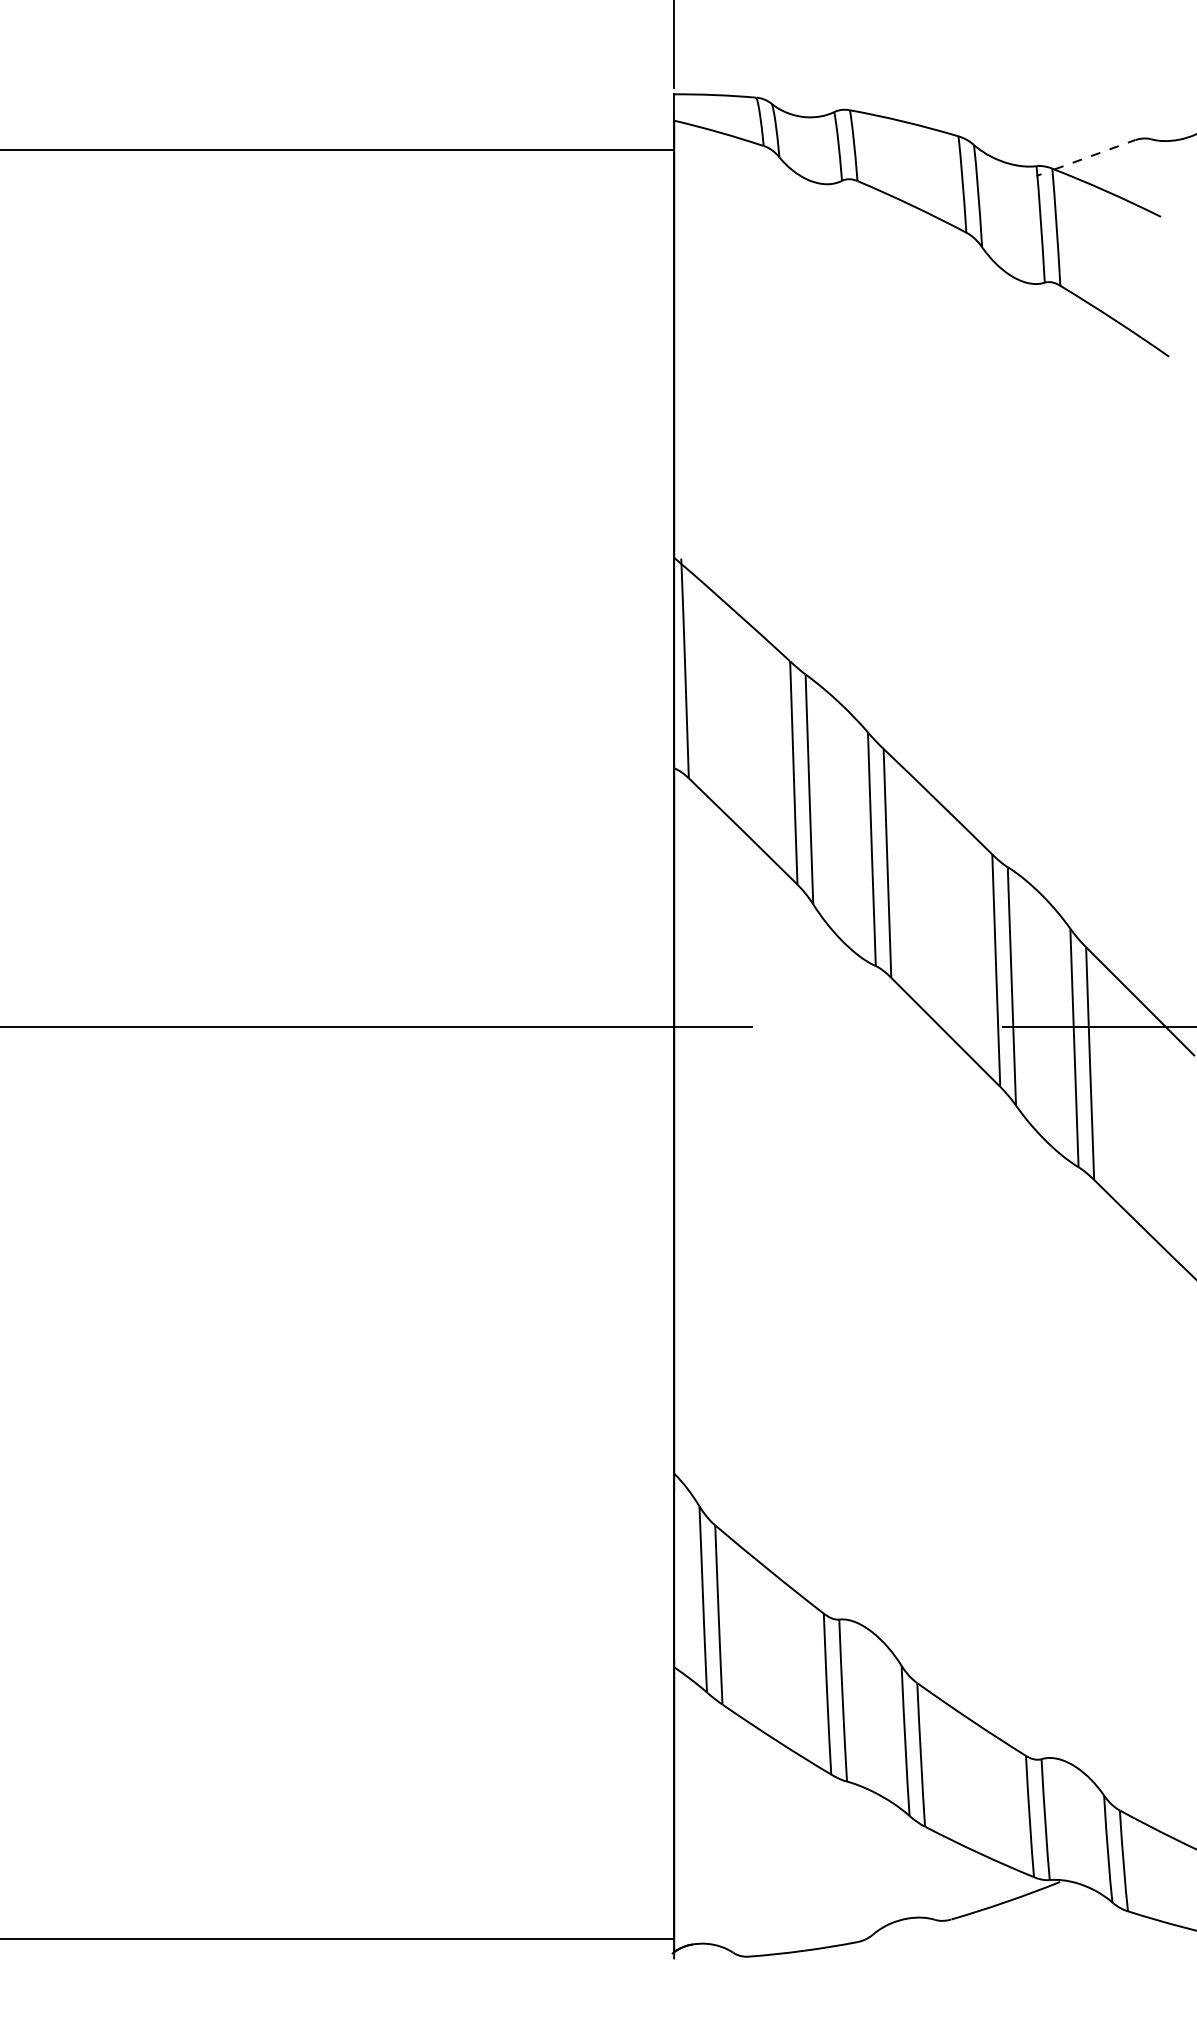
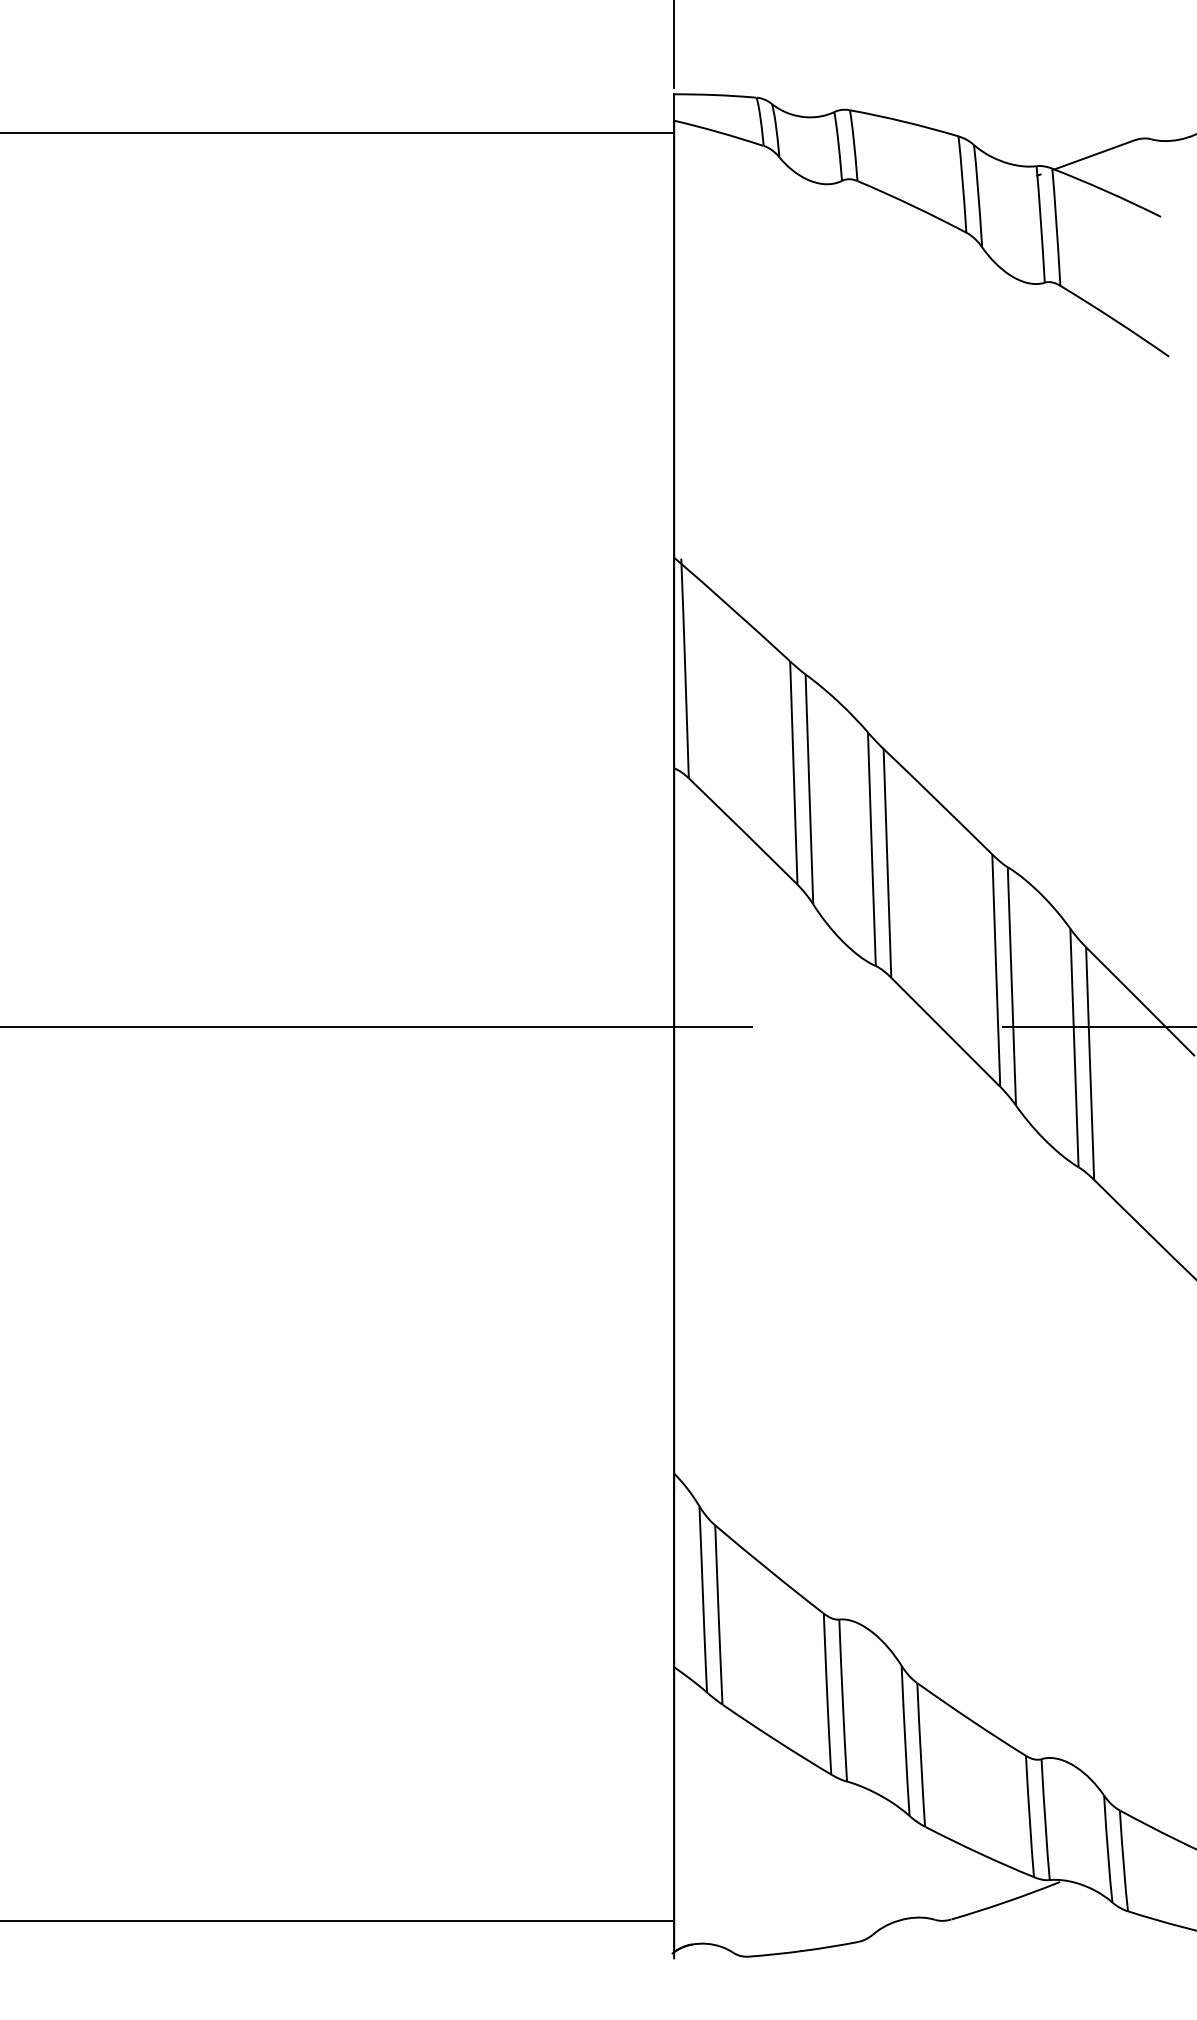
line at (338, 149) position: (338, 149) -> (338, 132)
line at (1095, 154): dashed -> solid
line at (338, 1939) position: (338, 1939) -> (338, 1921)
